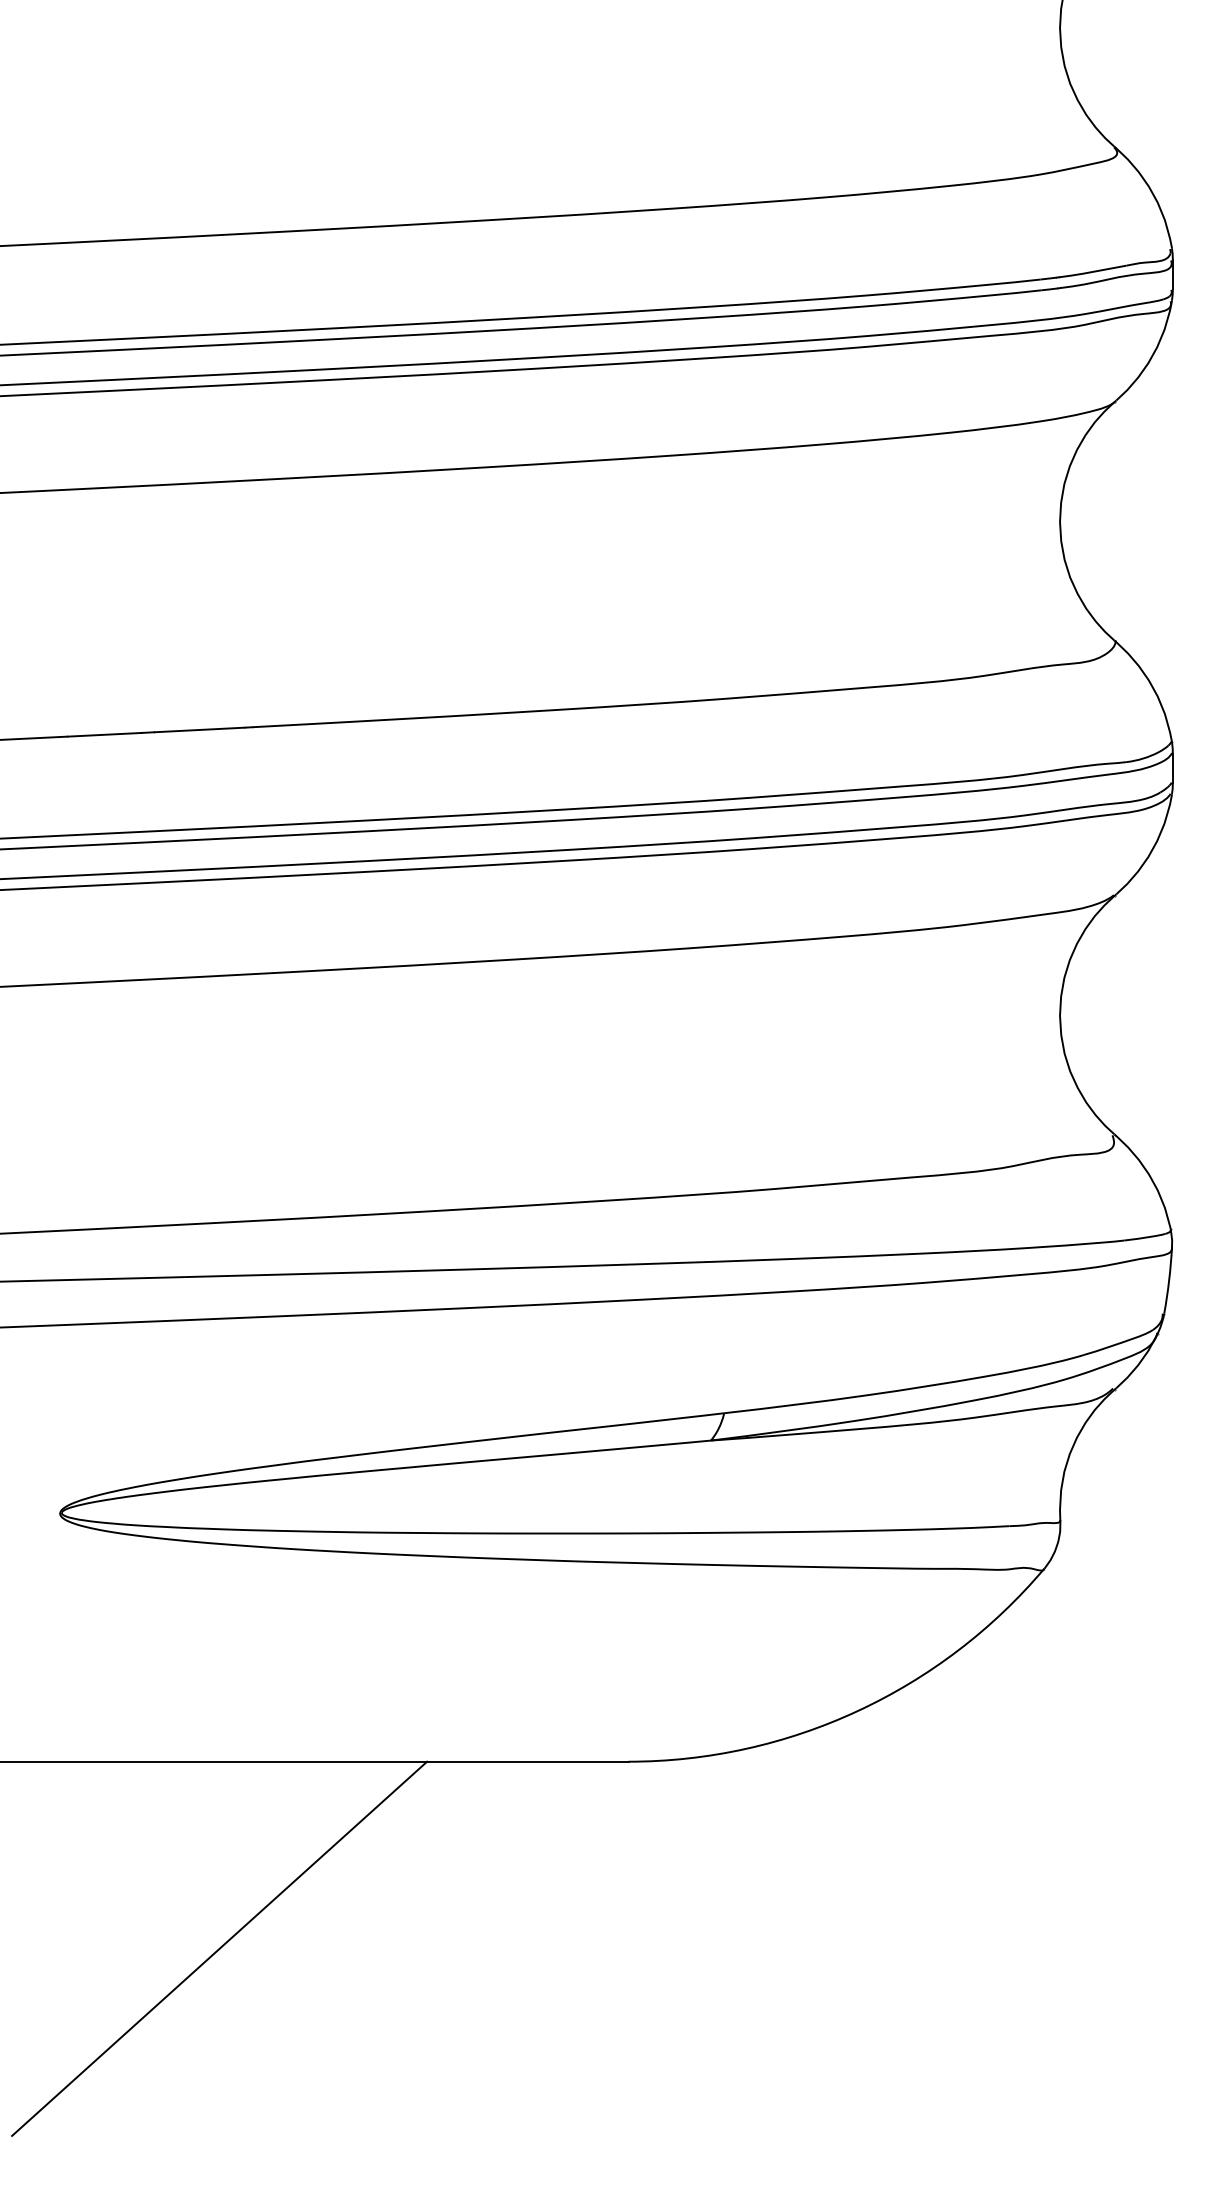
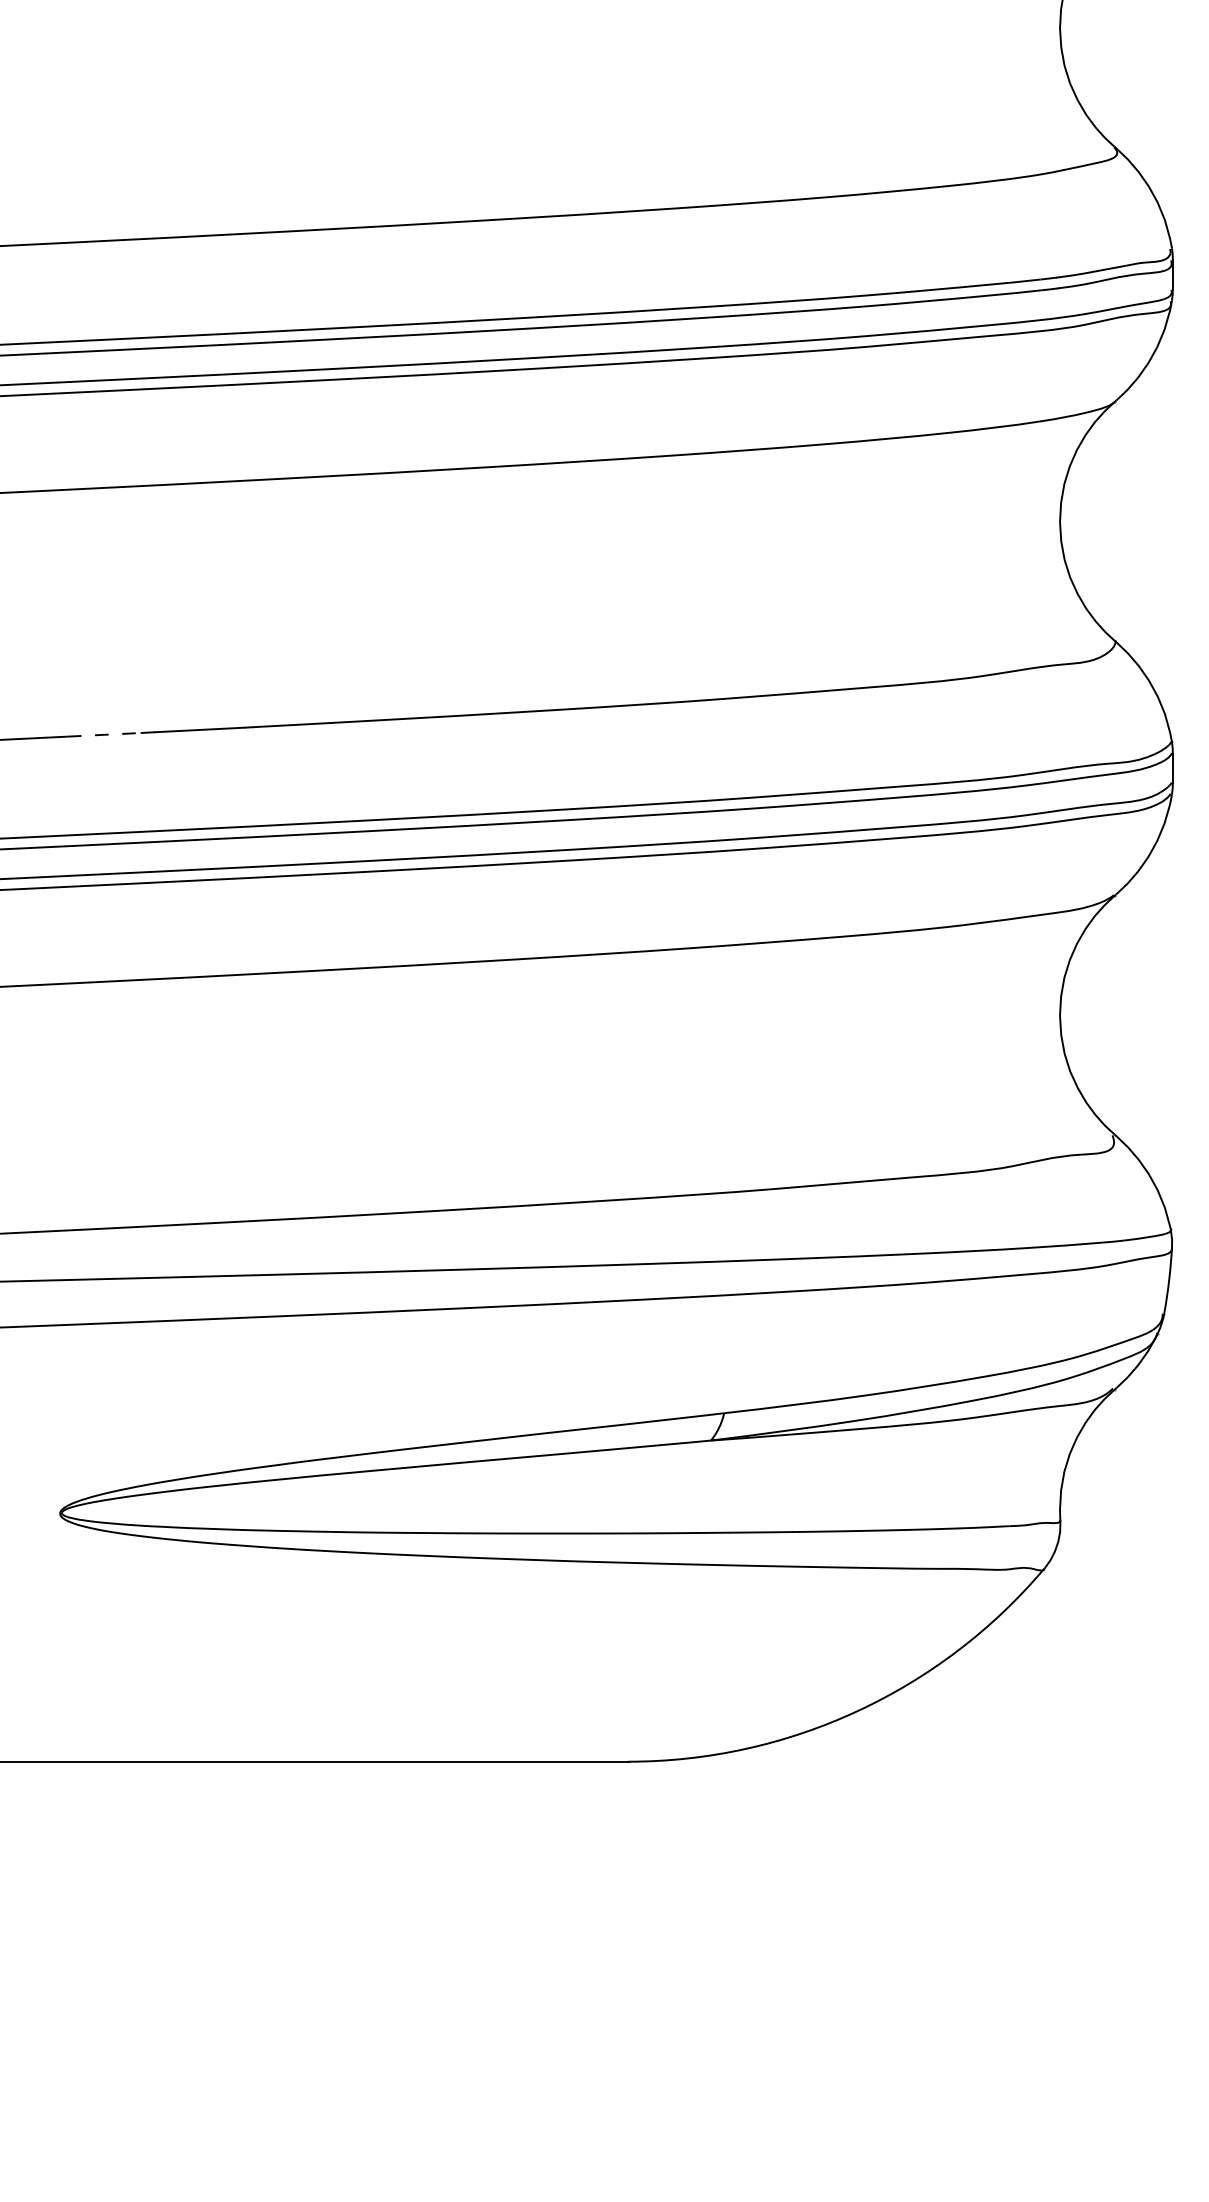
line at (104, 734): solid -> dashed
line at (219, 1948): present -> none
